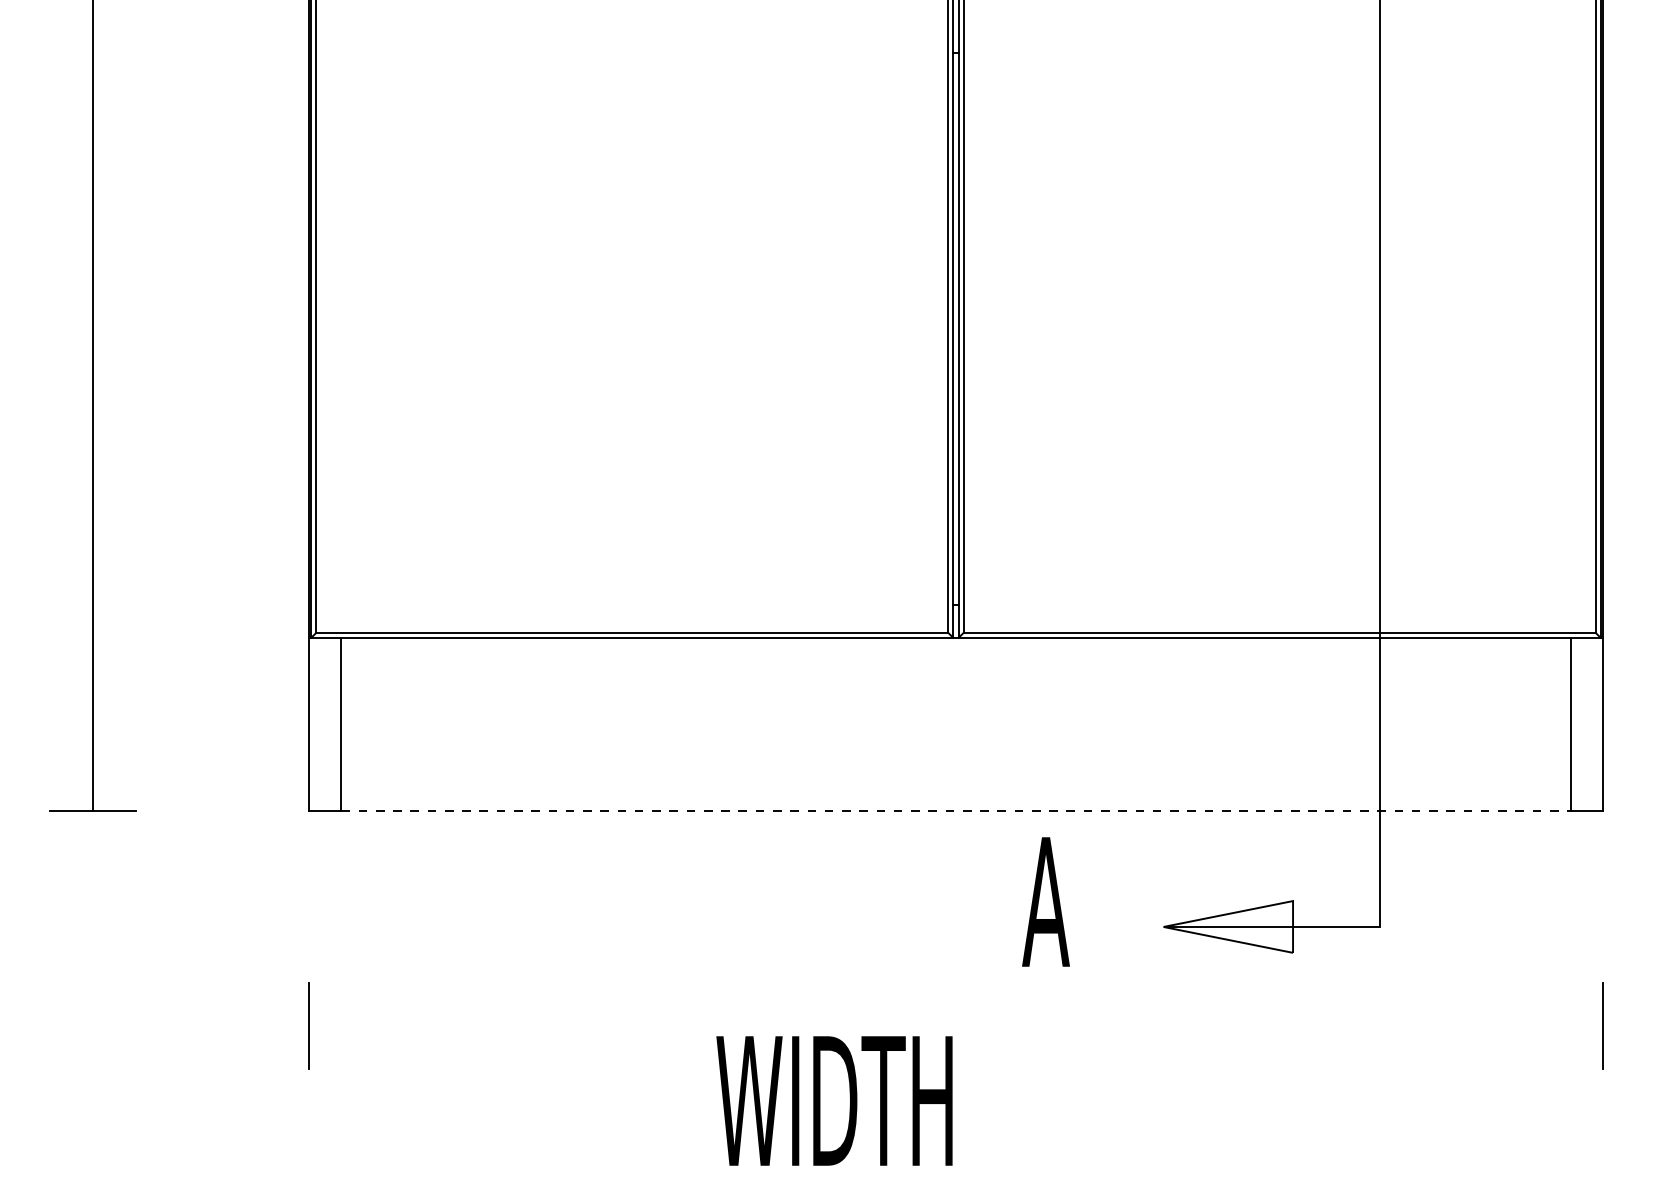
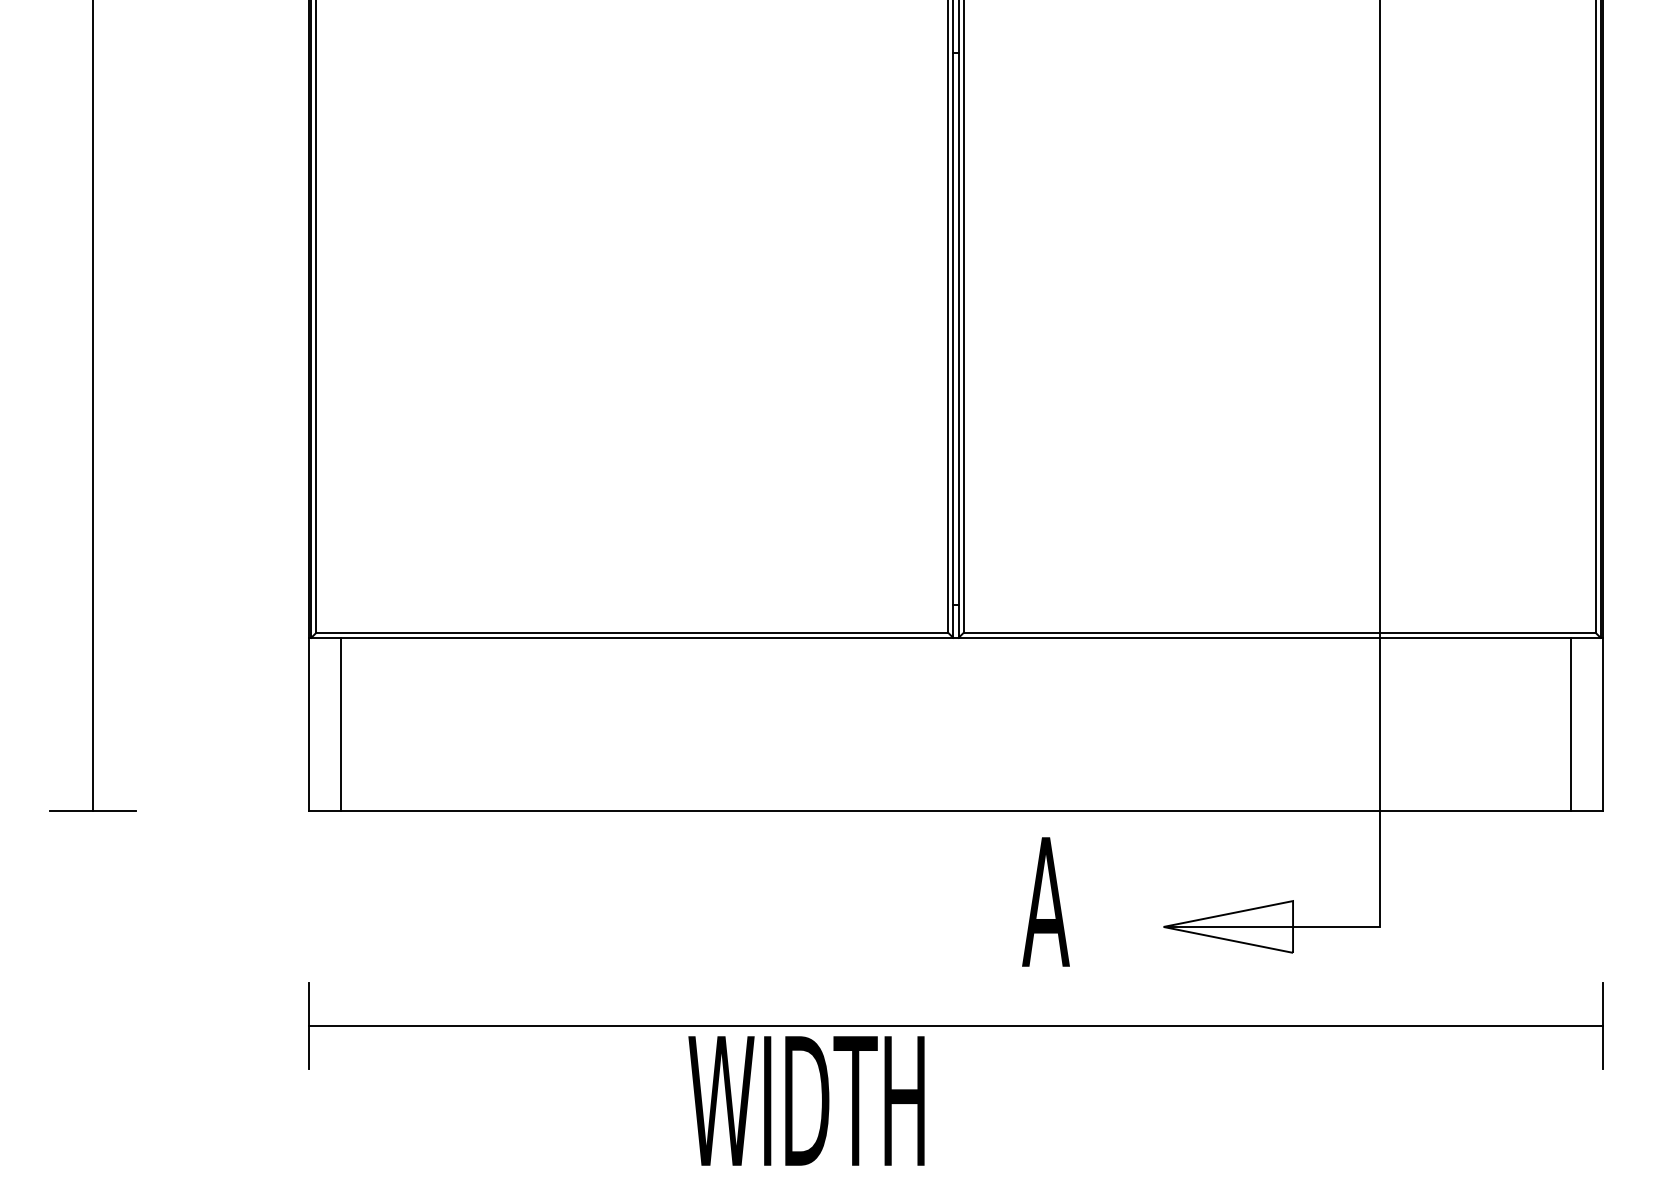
line at (955, 810): dashed -> solid
line at (955, 1026): none -> present
text at (834, 1100) position: (834, 1100) -> (806, 1100)
